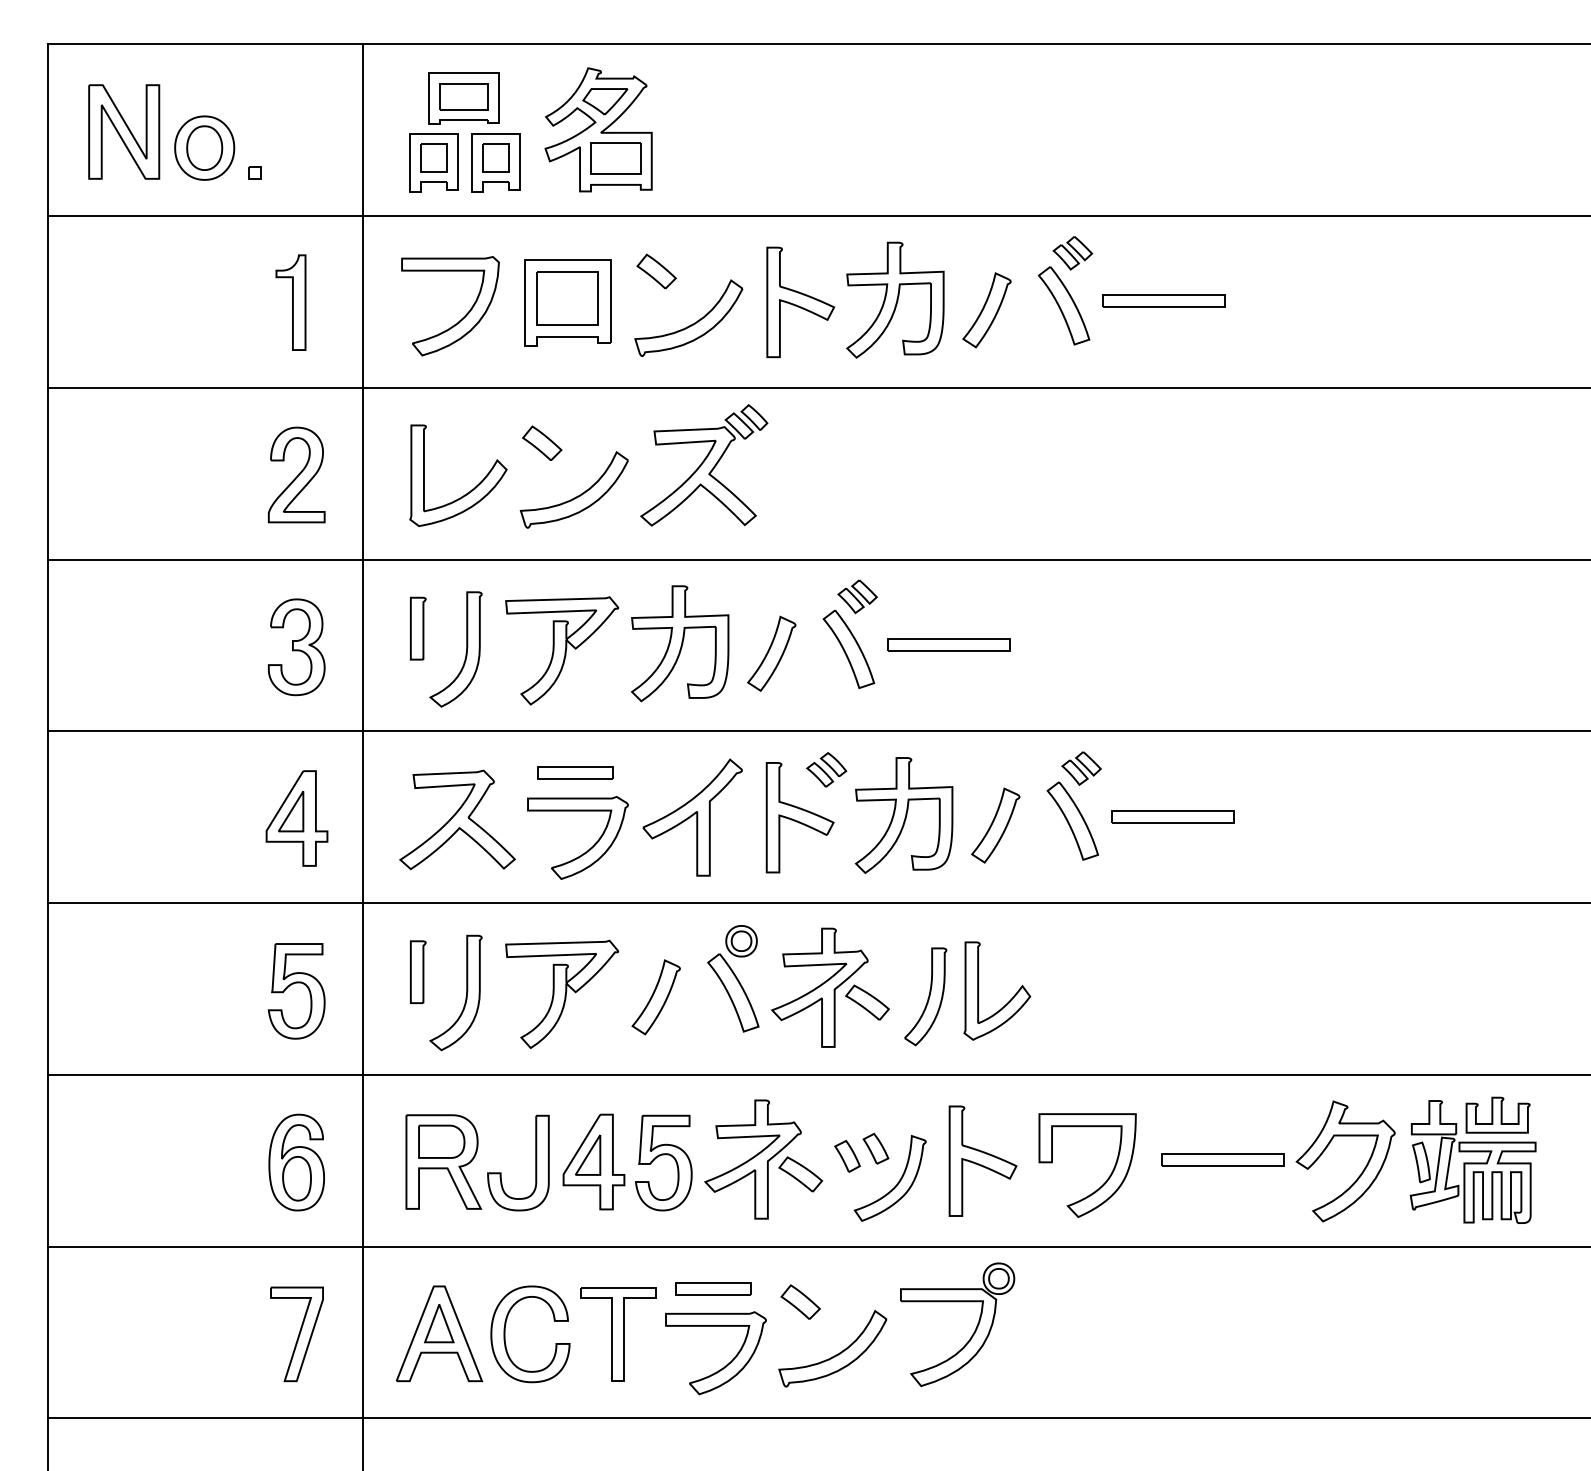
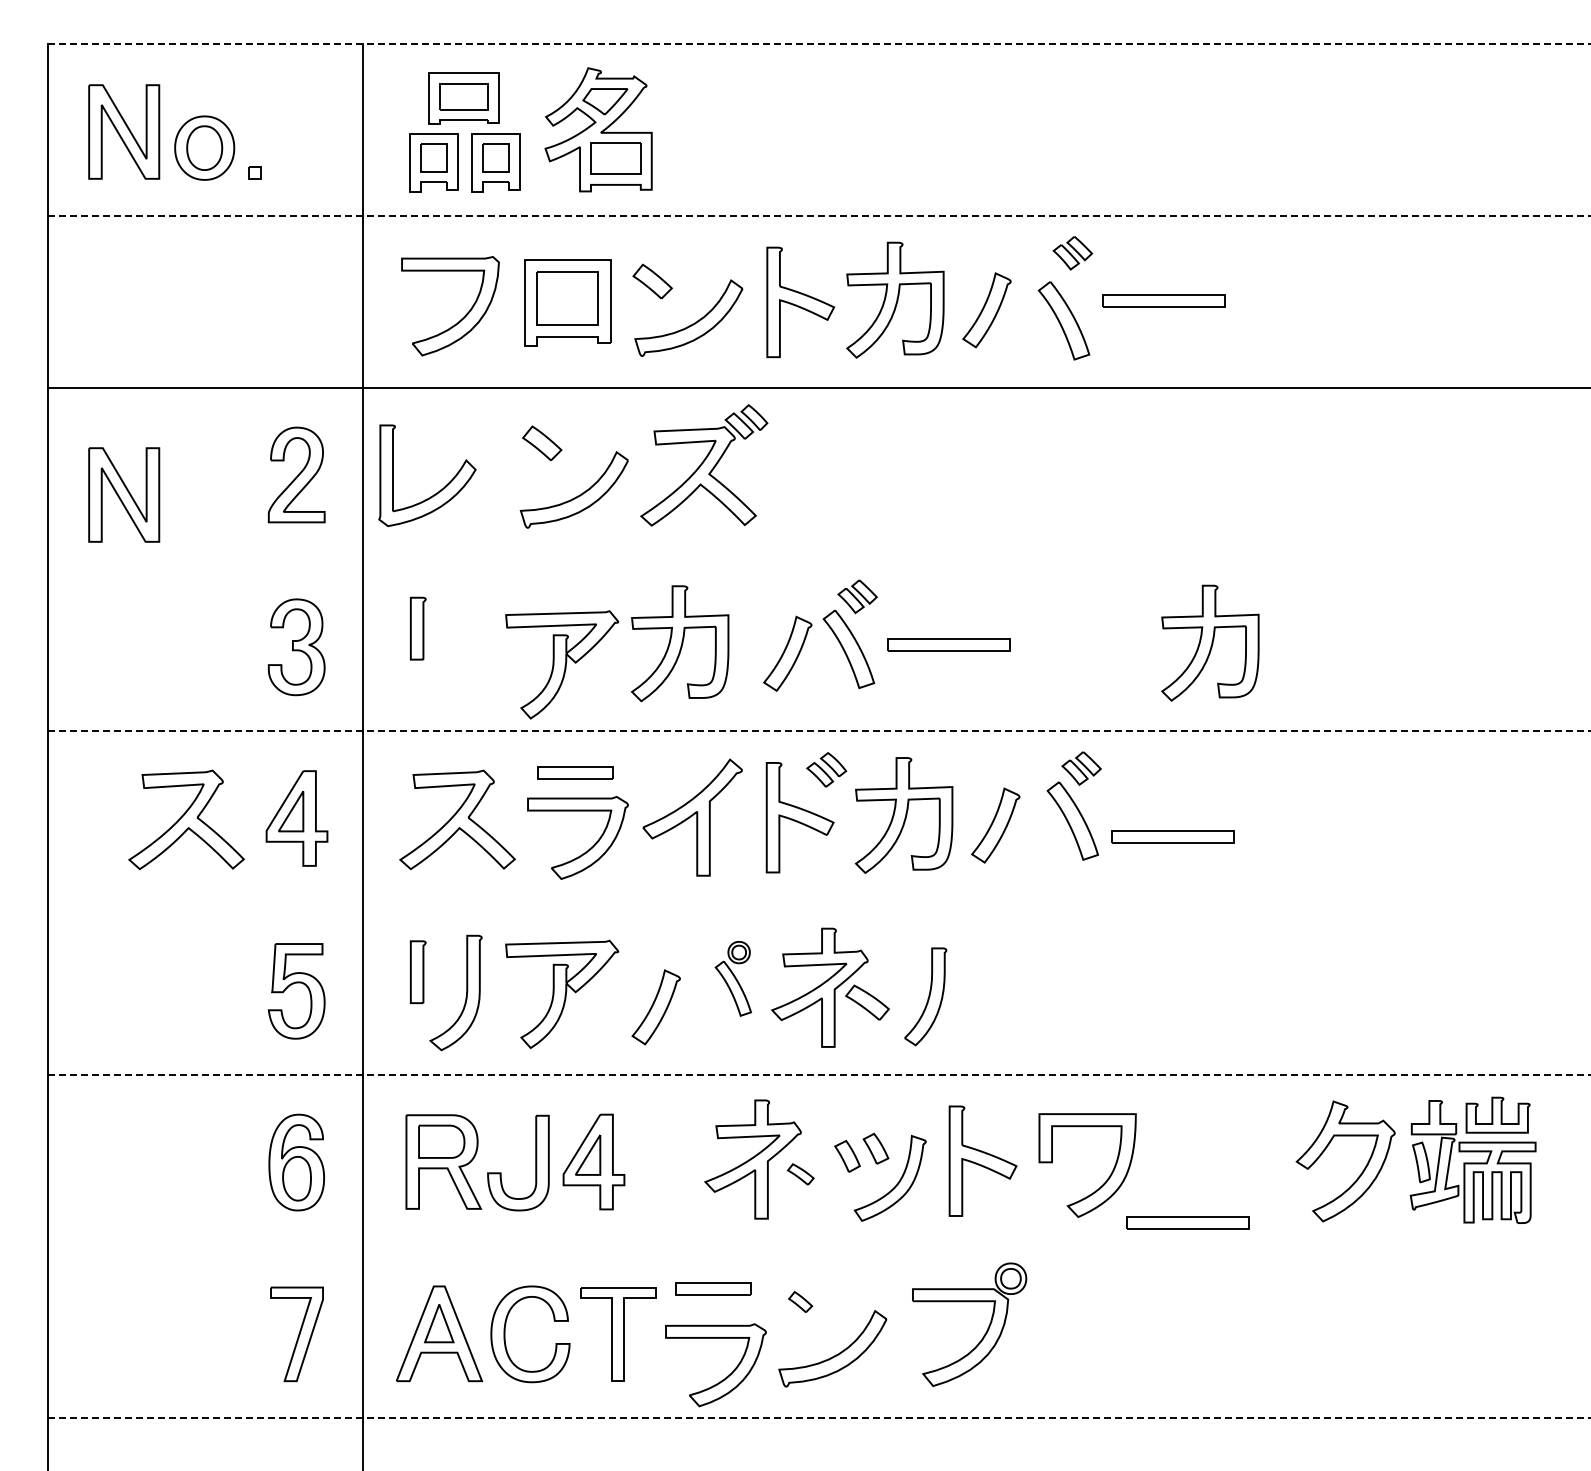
line at (818, 44): solid -> dashed
line at (818, 215): solid -> dashed
part at (656, 271) position: (656, 271) -> (652, 281)
part at (290, 302): present -> none
part at (1063, 305) position: (1063, 305) -> (1063, 320)
part at (471, 489) position: (471, 489) -> (440, 489)
part at (124, 494): none -> present
line at (817, 559): present -> none
part at (1210, 642): none -> present
part at (562, 650) position: (562, 650) -> (562, 664)
part at (465, 653): present -> none
part at (771, 653) position: (771, 653) -> (787, 653)
line at (818, 731): solid -> dashed
part at (1172, 816) position: (1172, 816) -> (1172, 836)
part at (186, 819): none -> present
line at (817, 903): present -> none
part at (733, 978) size: 53x108 px -> 38x76 px
part at (655, 997) position: (655, 997) -> (655, 1007)
part at (1008, 1001): present -> none
line at (818, 1074): solid -> dashed
part at (660, 1156): present -> none
part at (1222, 1159) position: (1222, 1159) -> (1187, 1222)
part at (800, 1174) size: 46x37 px -> 29x23 px
line at (817, 1246): present -> none
part at (800, 1301) size: 41x36 px -> 26x22 px
part at (971, 1335) position: (971, 1335) -> (983, 1335)
part at (726, 1364) position: (726, 1364) -> (726, 1376)
line at (818, 1418): solid -> dashed
